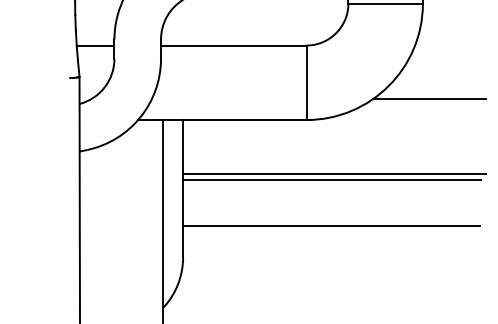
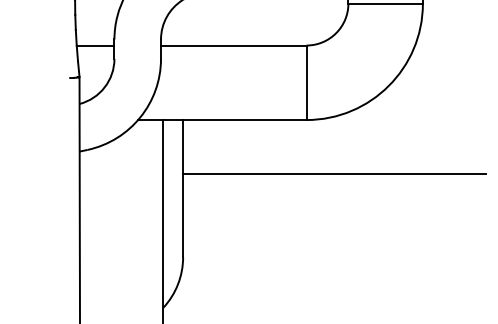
line at (429, 98): present -> none
line at (331, 179): present -> none
line at (331, 226): present -> none
